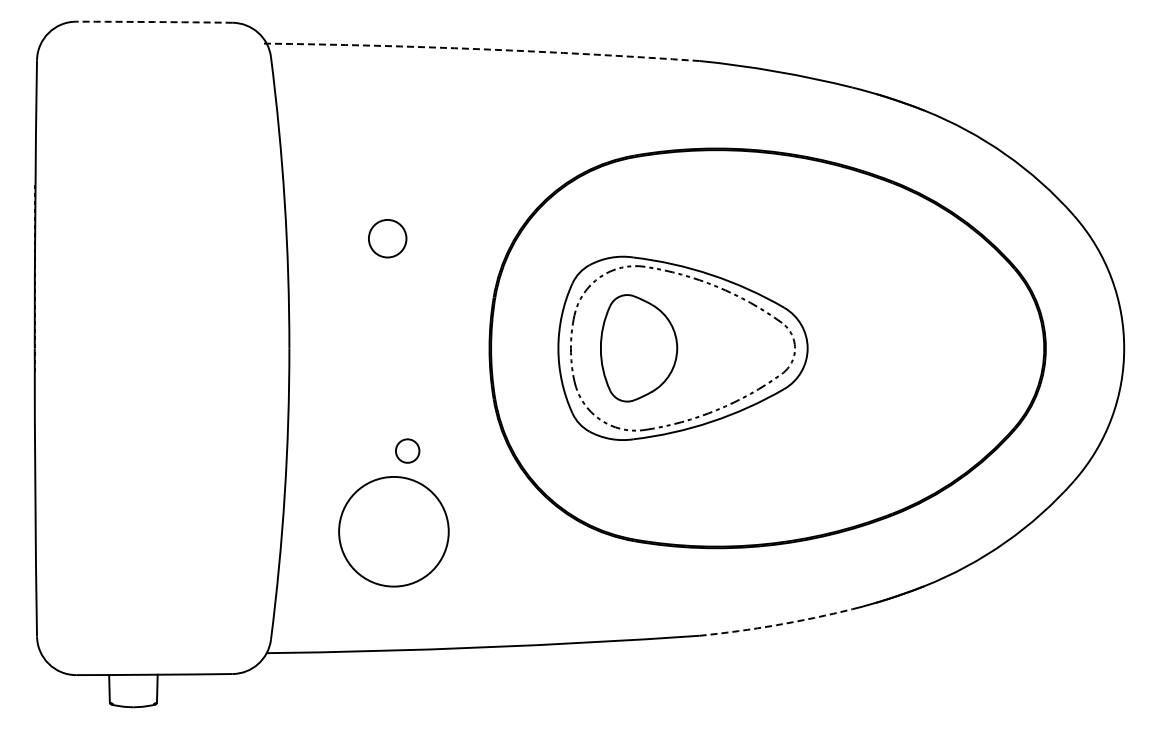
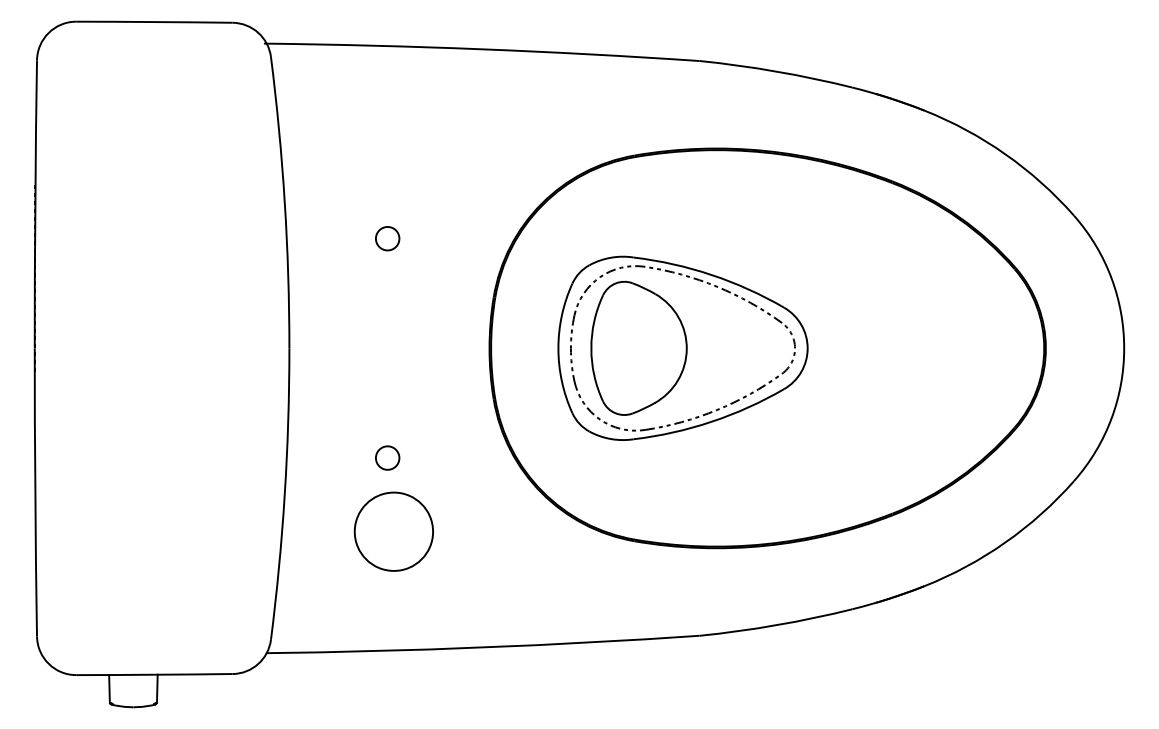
arc at (154, 22): dashed -> solid
arc at (481, 49): dashed -> solid
circle at (387, 238) diameter: 38 px -> 23 px
part at (639, 348) size: 79x109 px -> 98x136 px
circle at (407, 450) position: (407, 450) -> (387, 457)
circle at (393, 531) diameter: 110 px -> 78 px
arc at (776, 625): dashed -> solid
